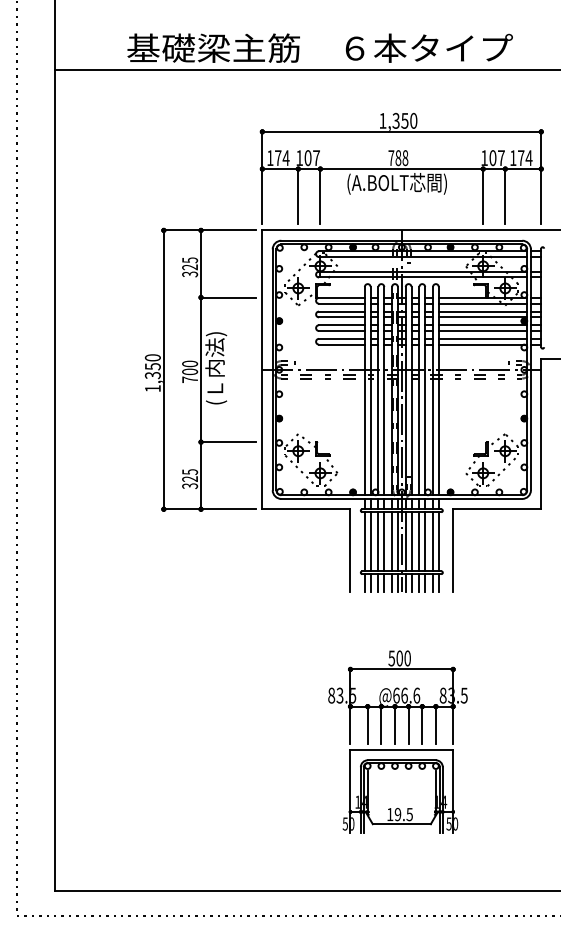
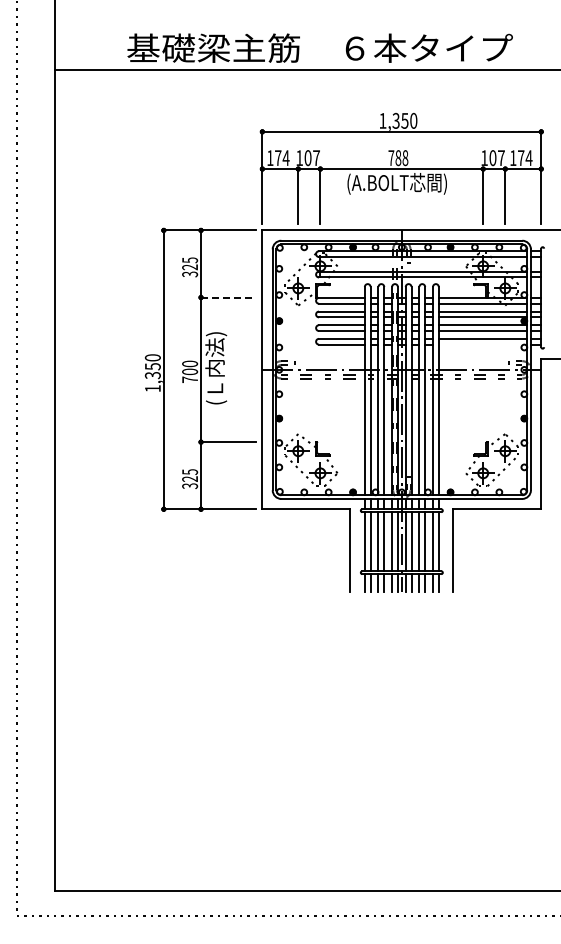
line at (228, 297): solid -> dashed
line at (482, 344): present -> none
part at (397, 741): present -> none
